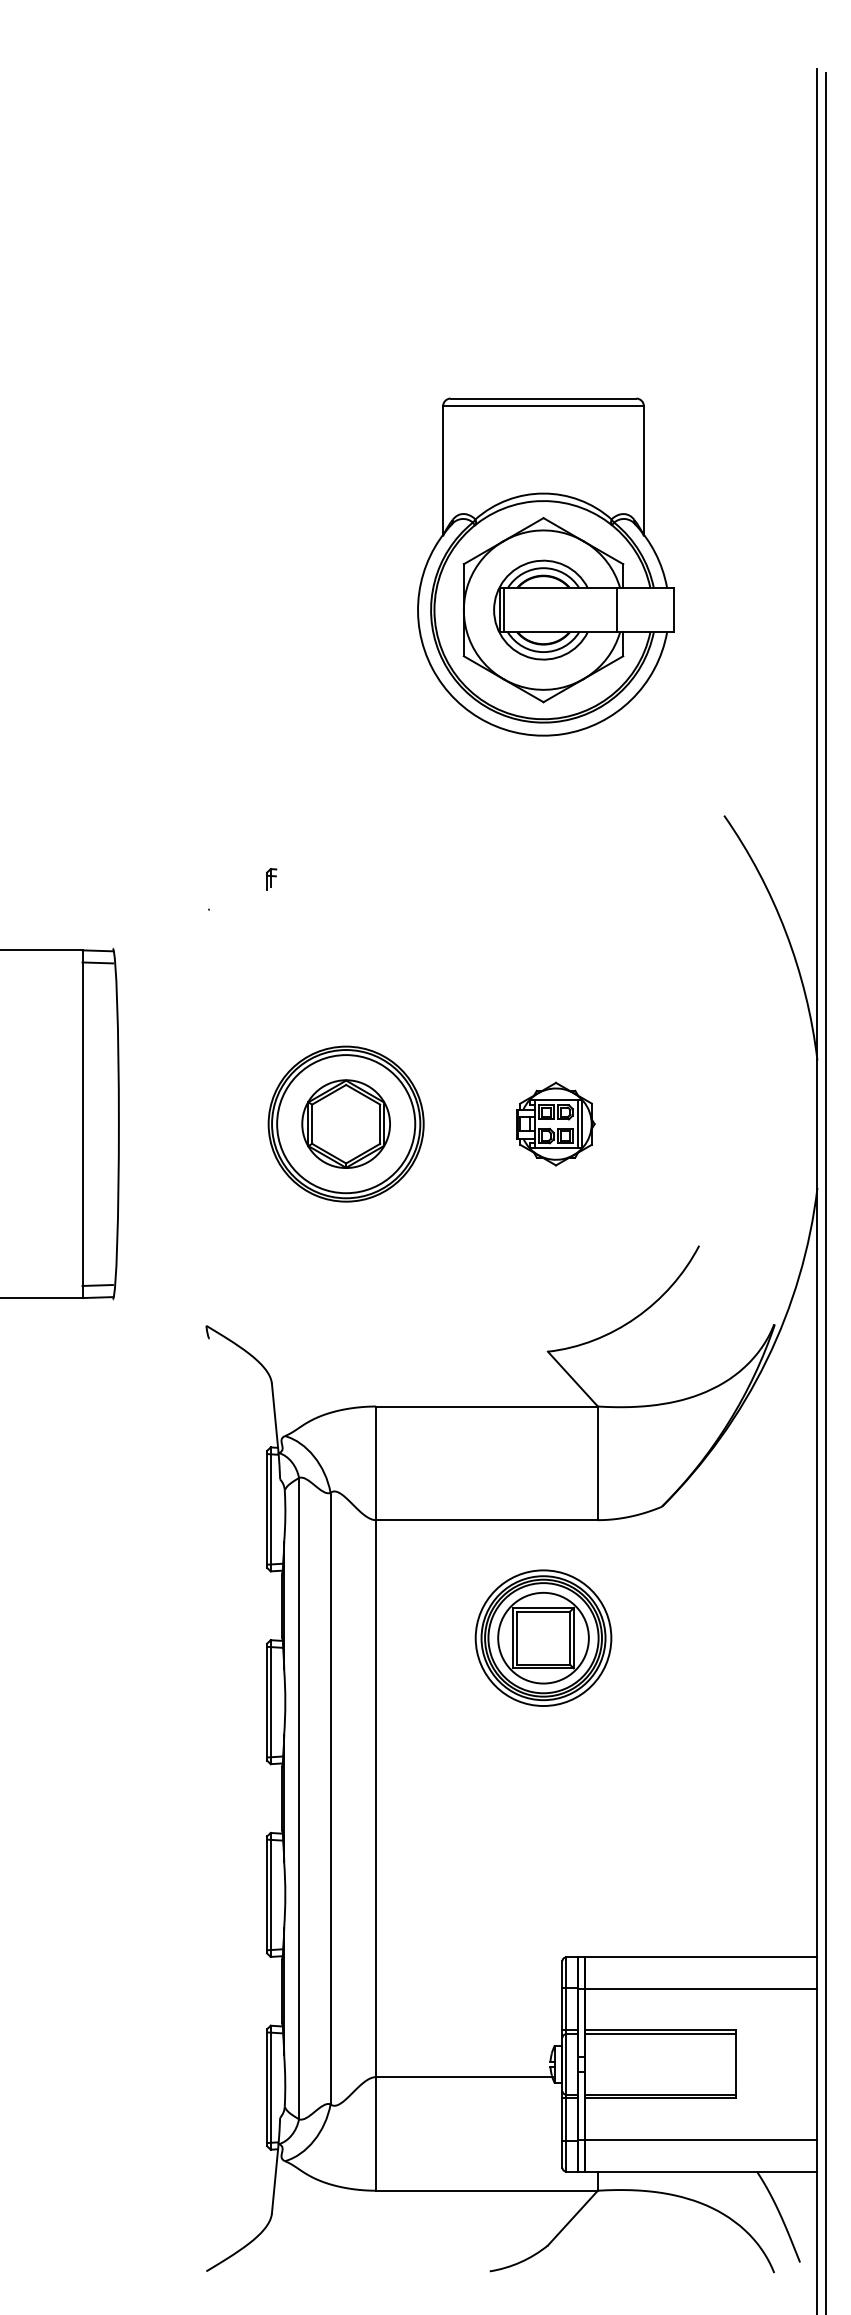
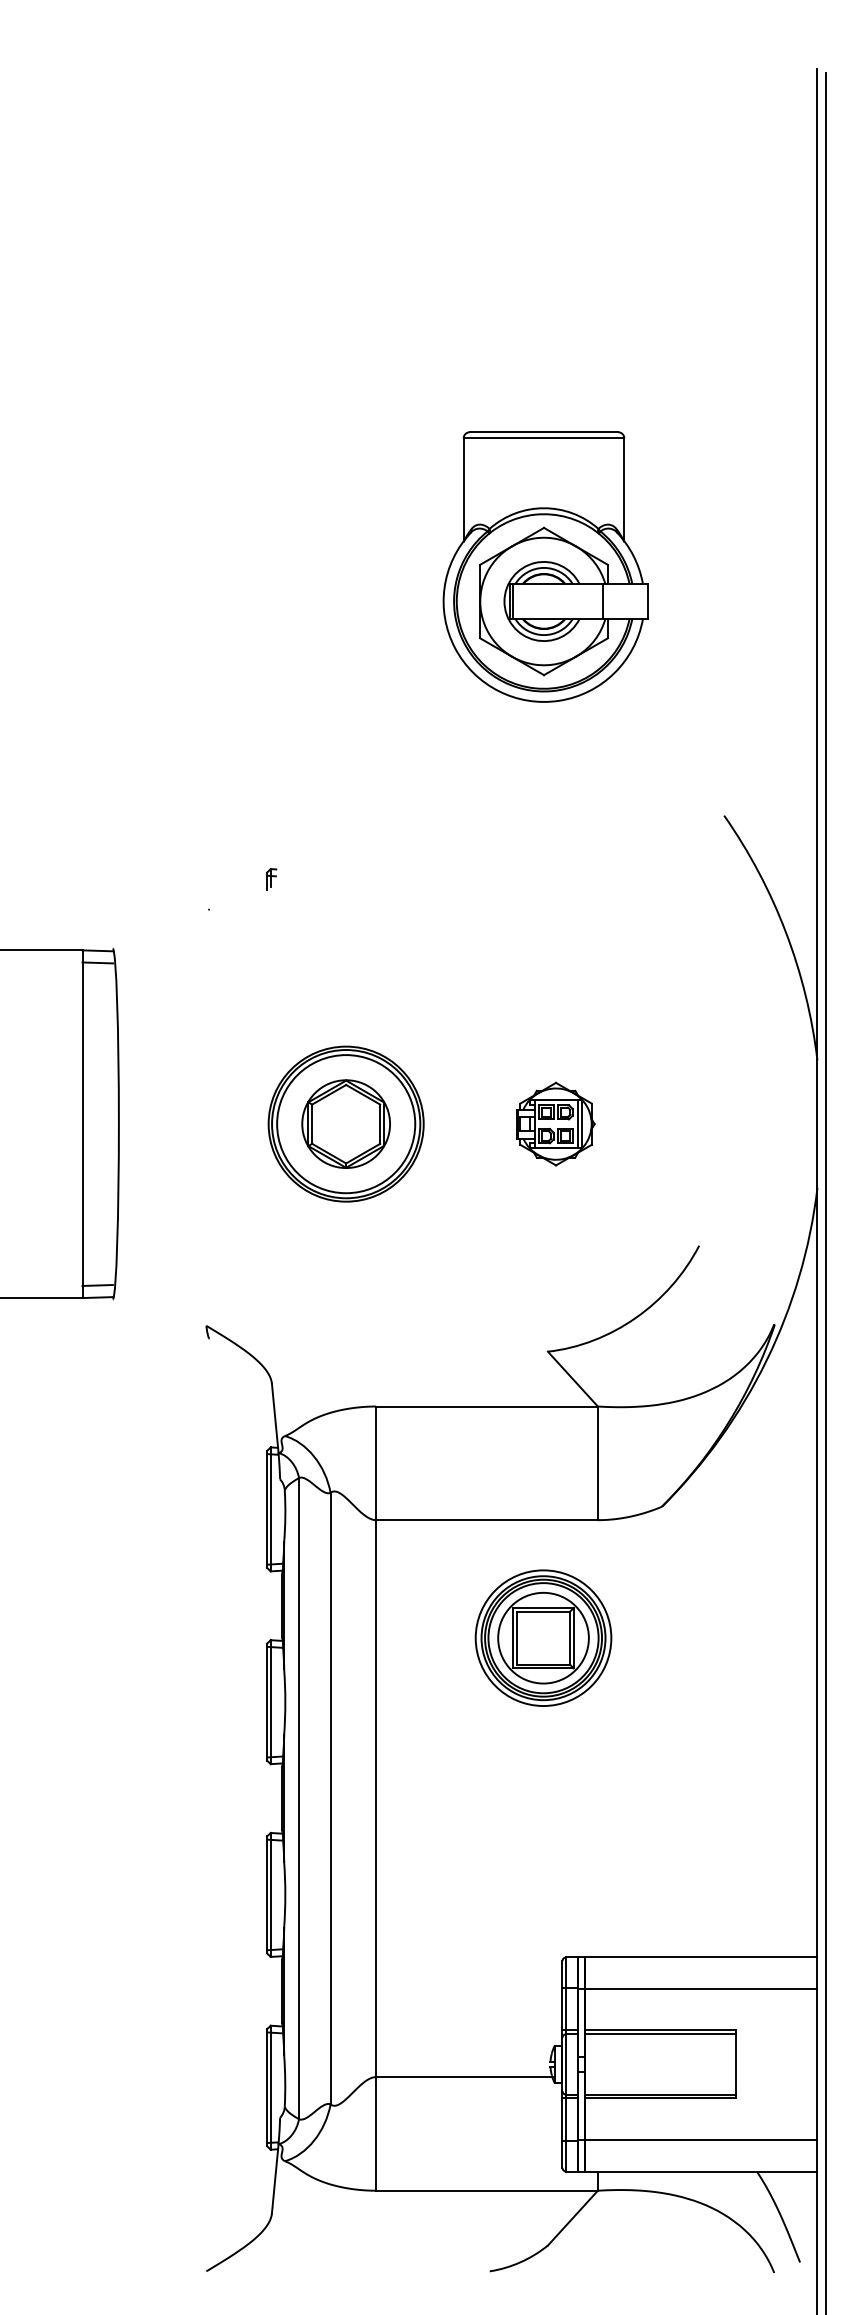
part at (545, 566) size: 258x340 px -> 207x272 px
